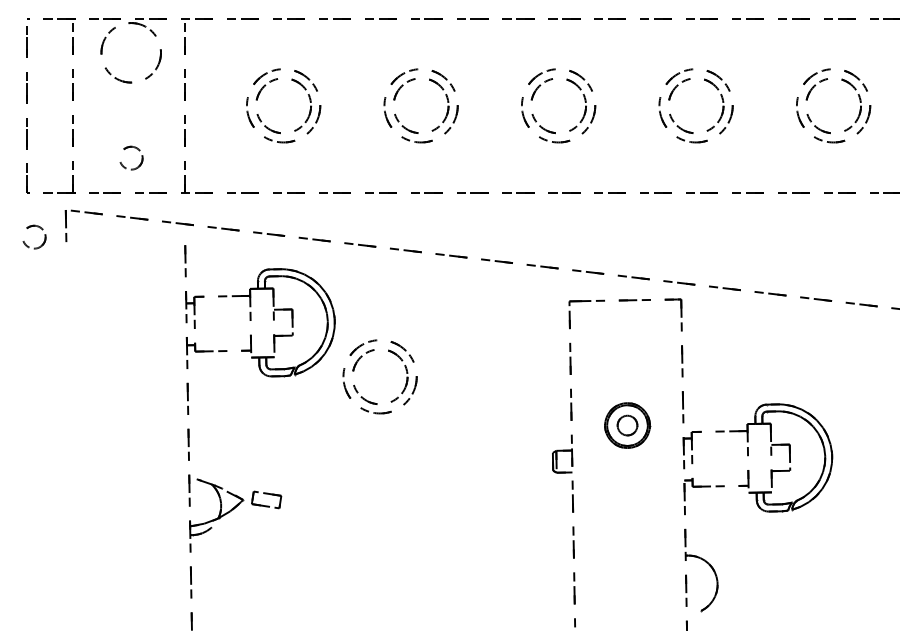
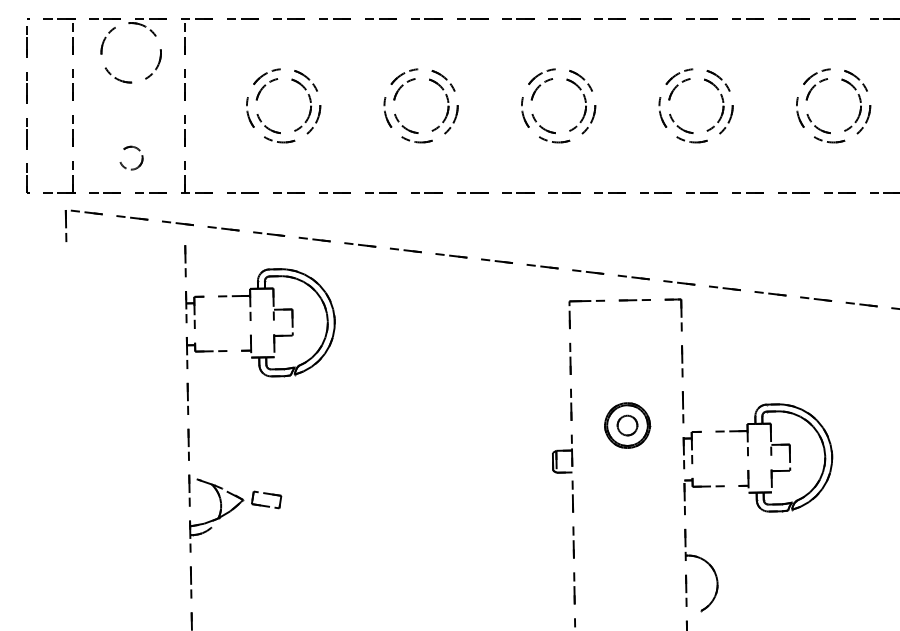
part at (39, 228): present -> none
part at (360, 359): present -> none
